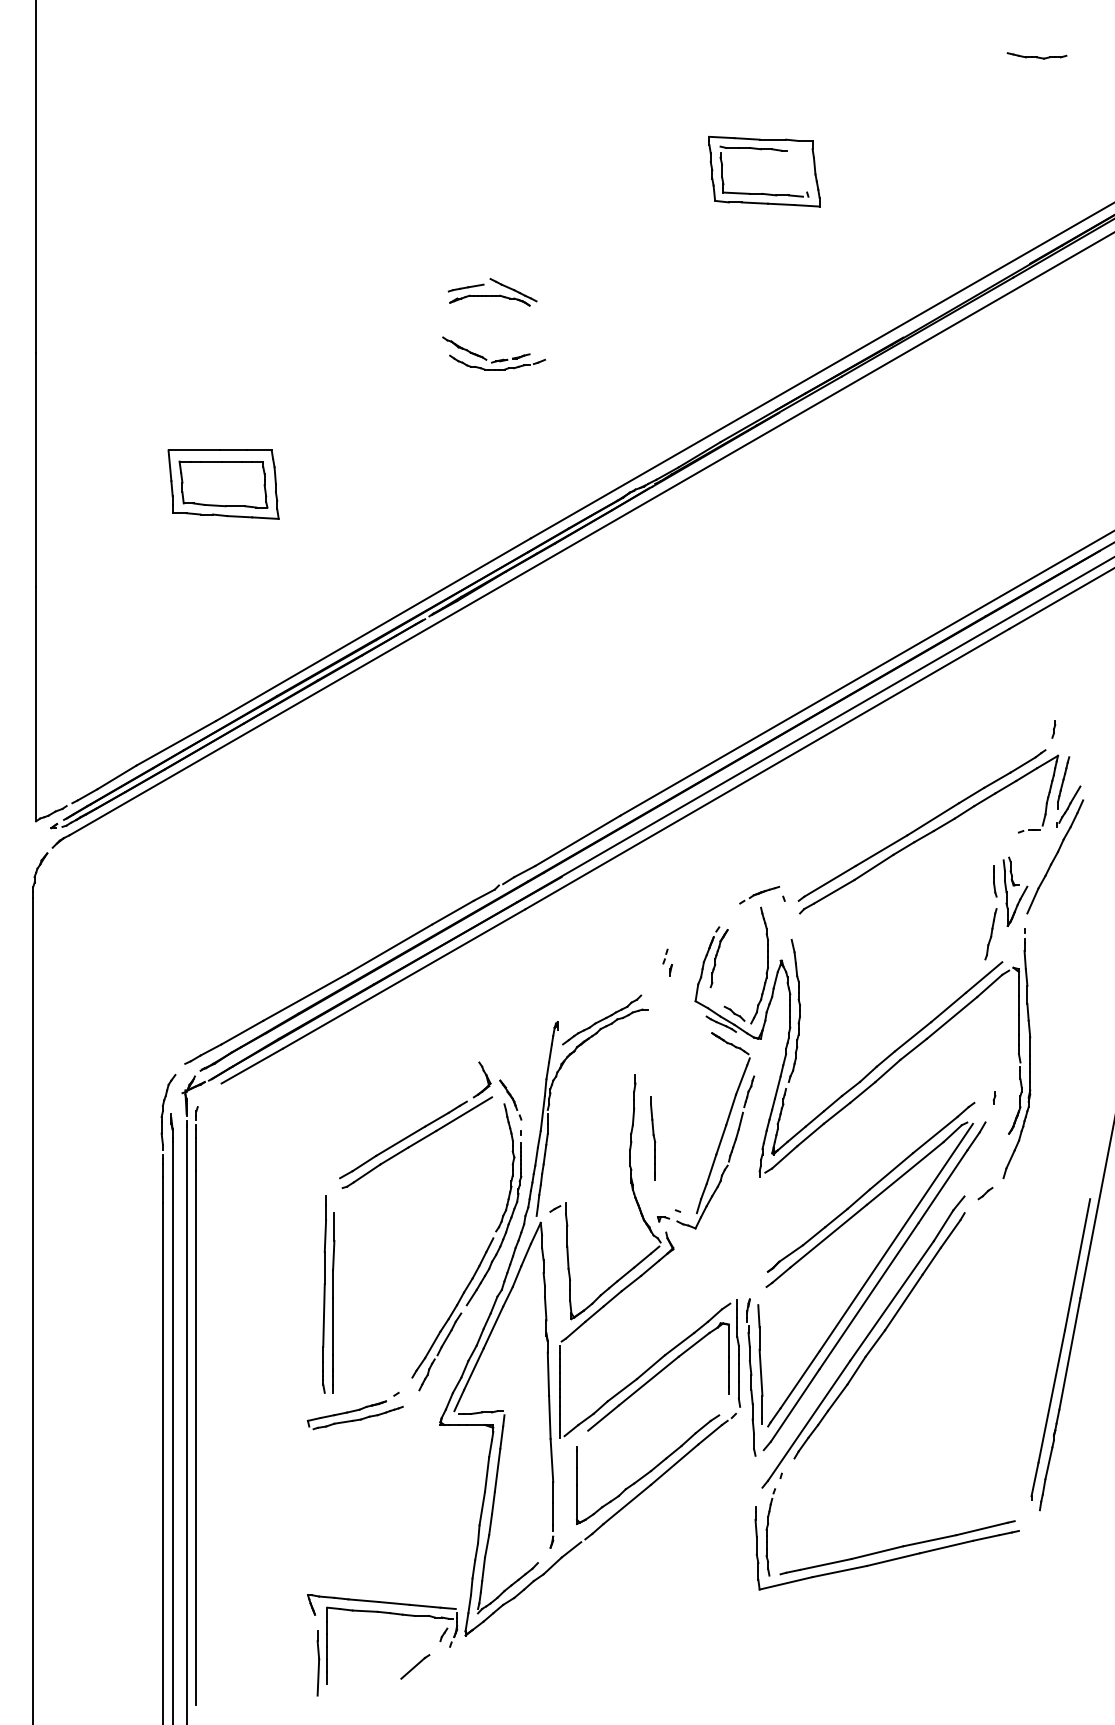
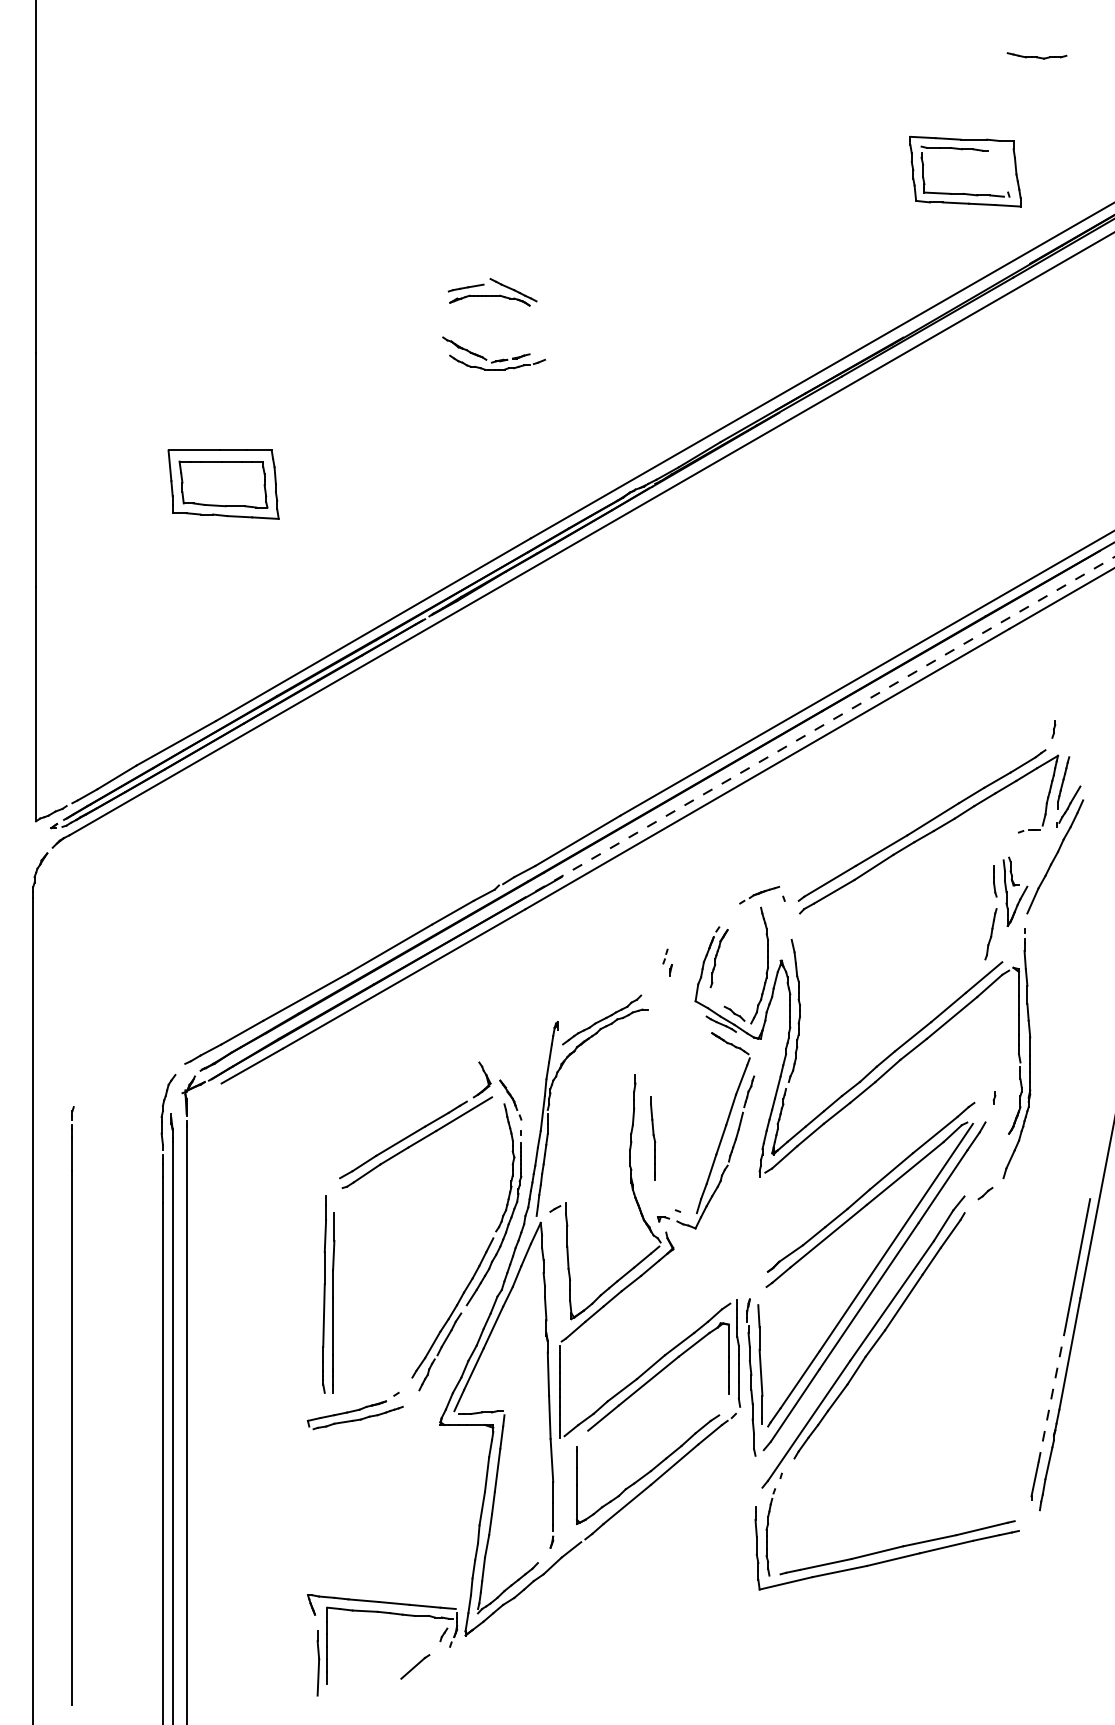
part at (764, 171) position: (764, 171) -> (965, 171)
line at (815, 729): solid -> dashed
line at (1051, 1395): solid -> dashed
part at (196, 1405) position: (196, 1405) -> (72, 1405)
